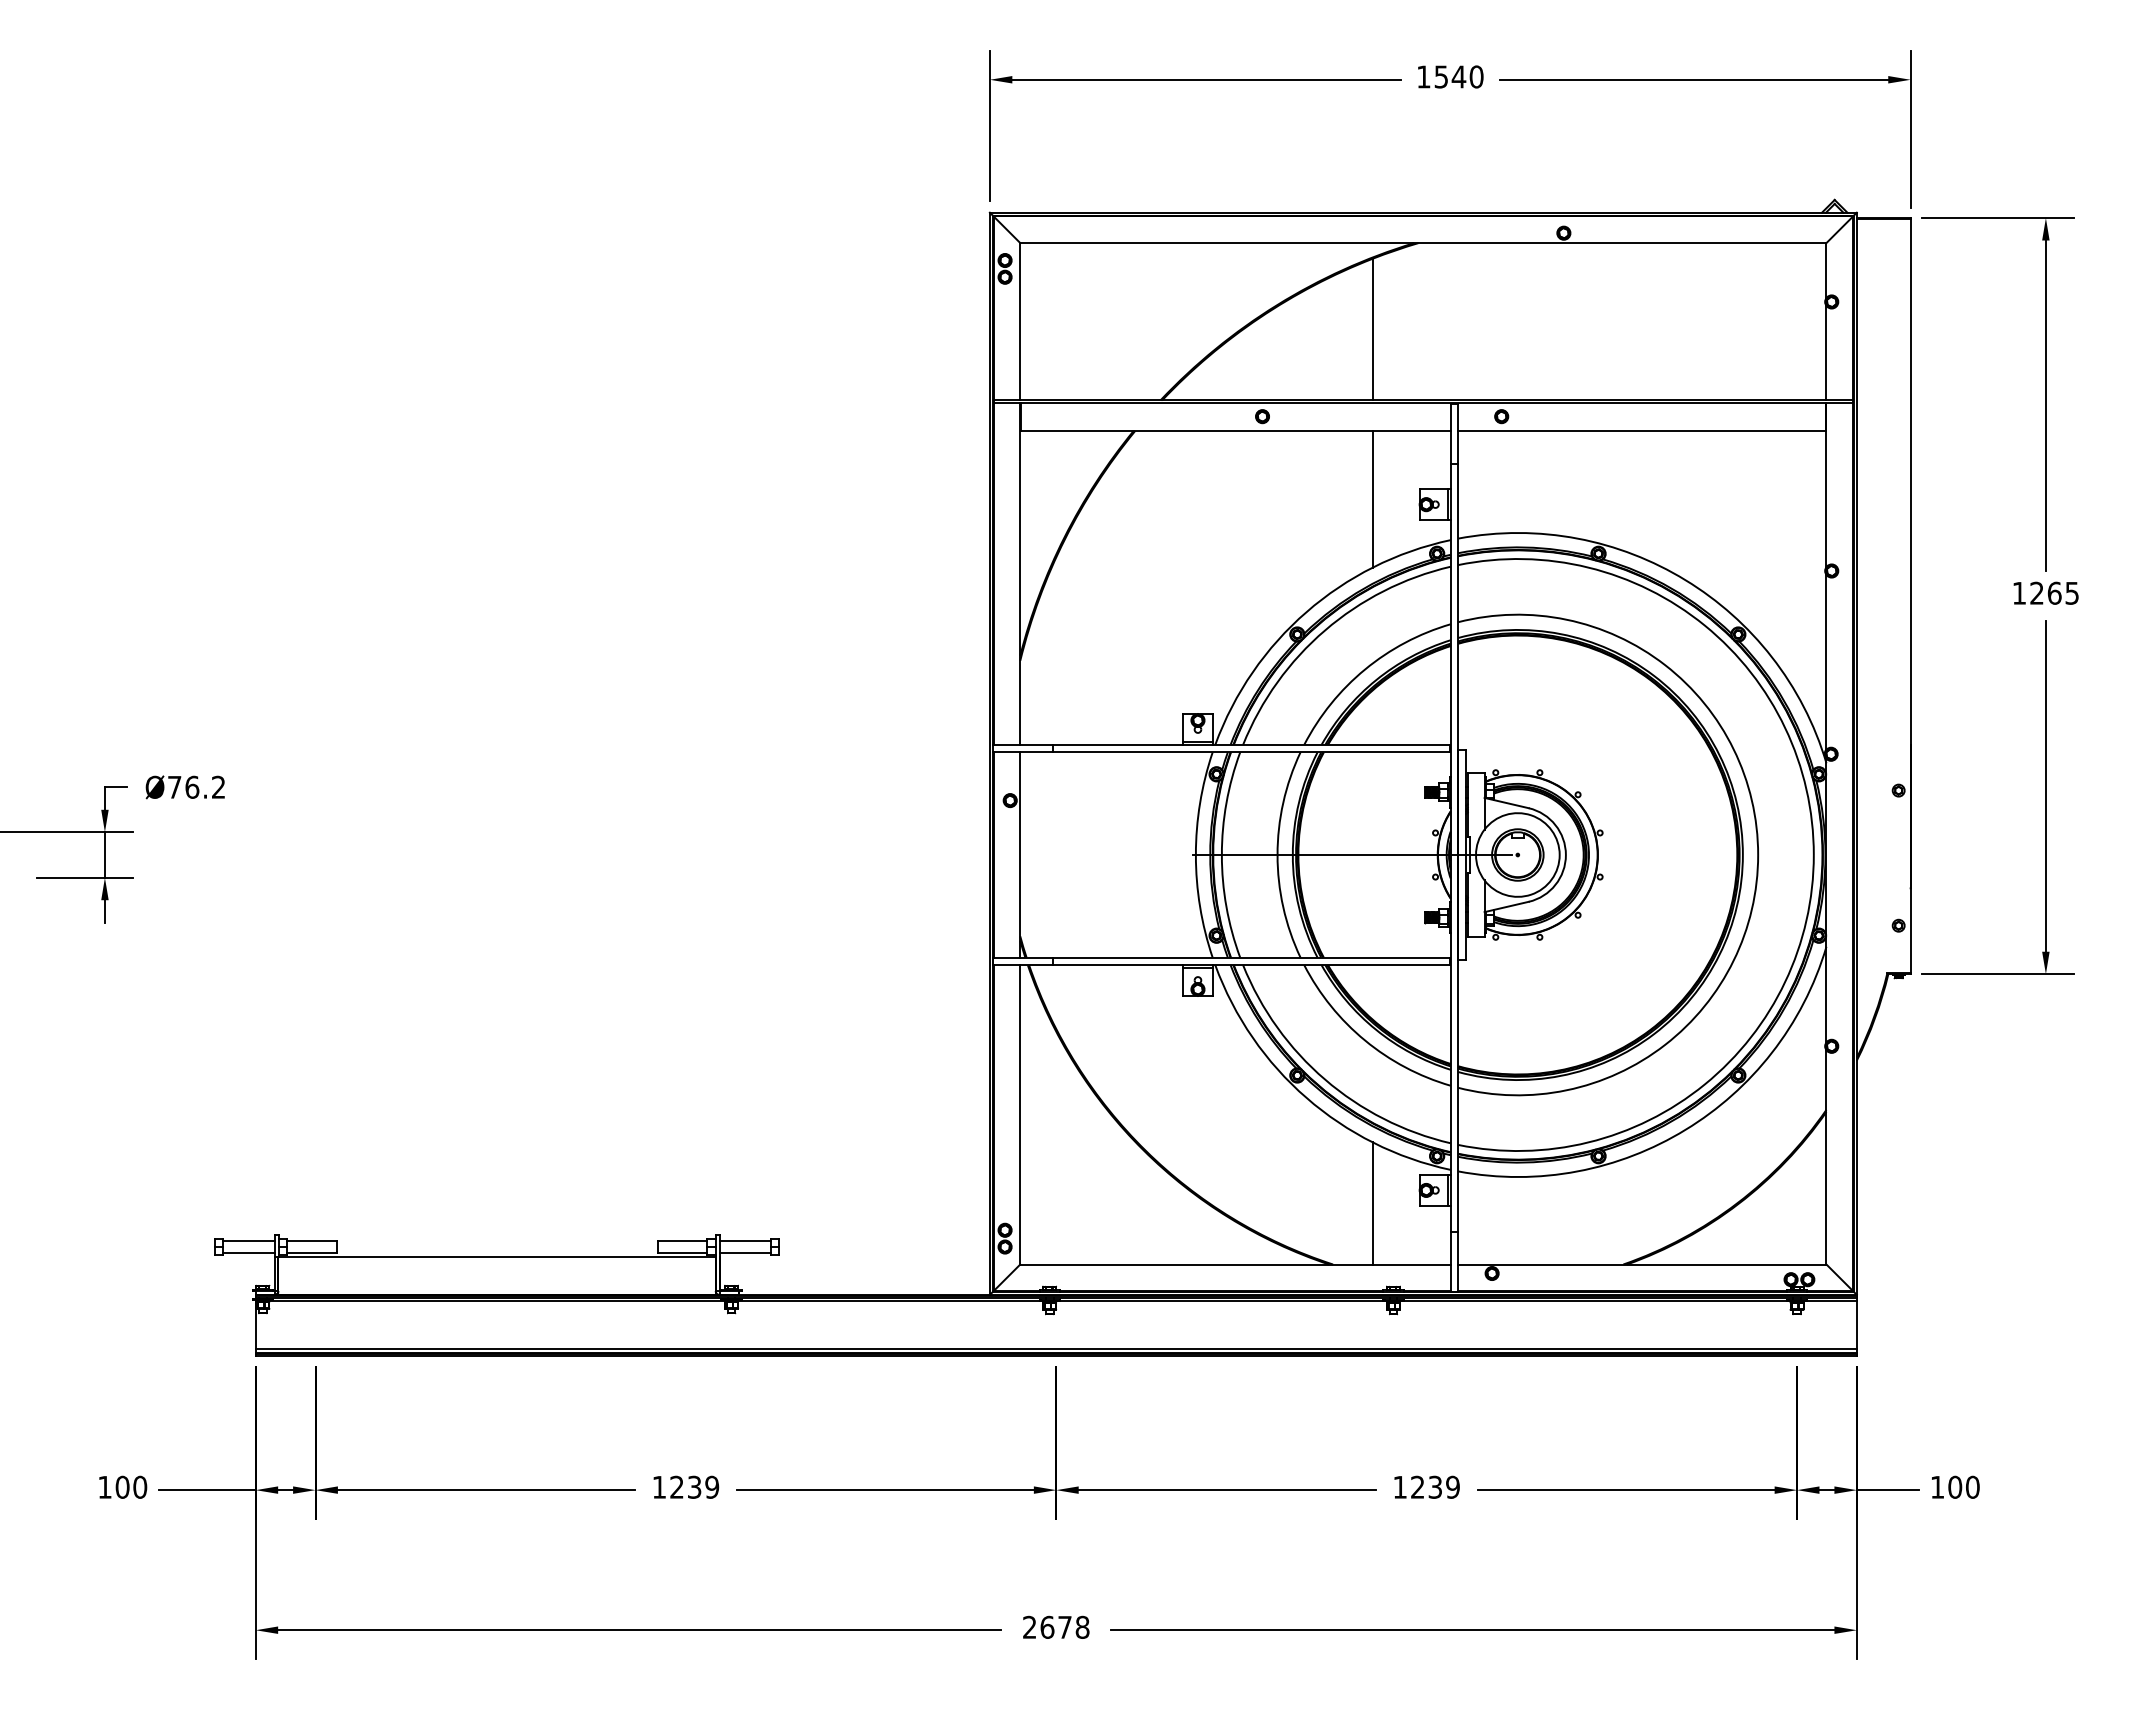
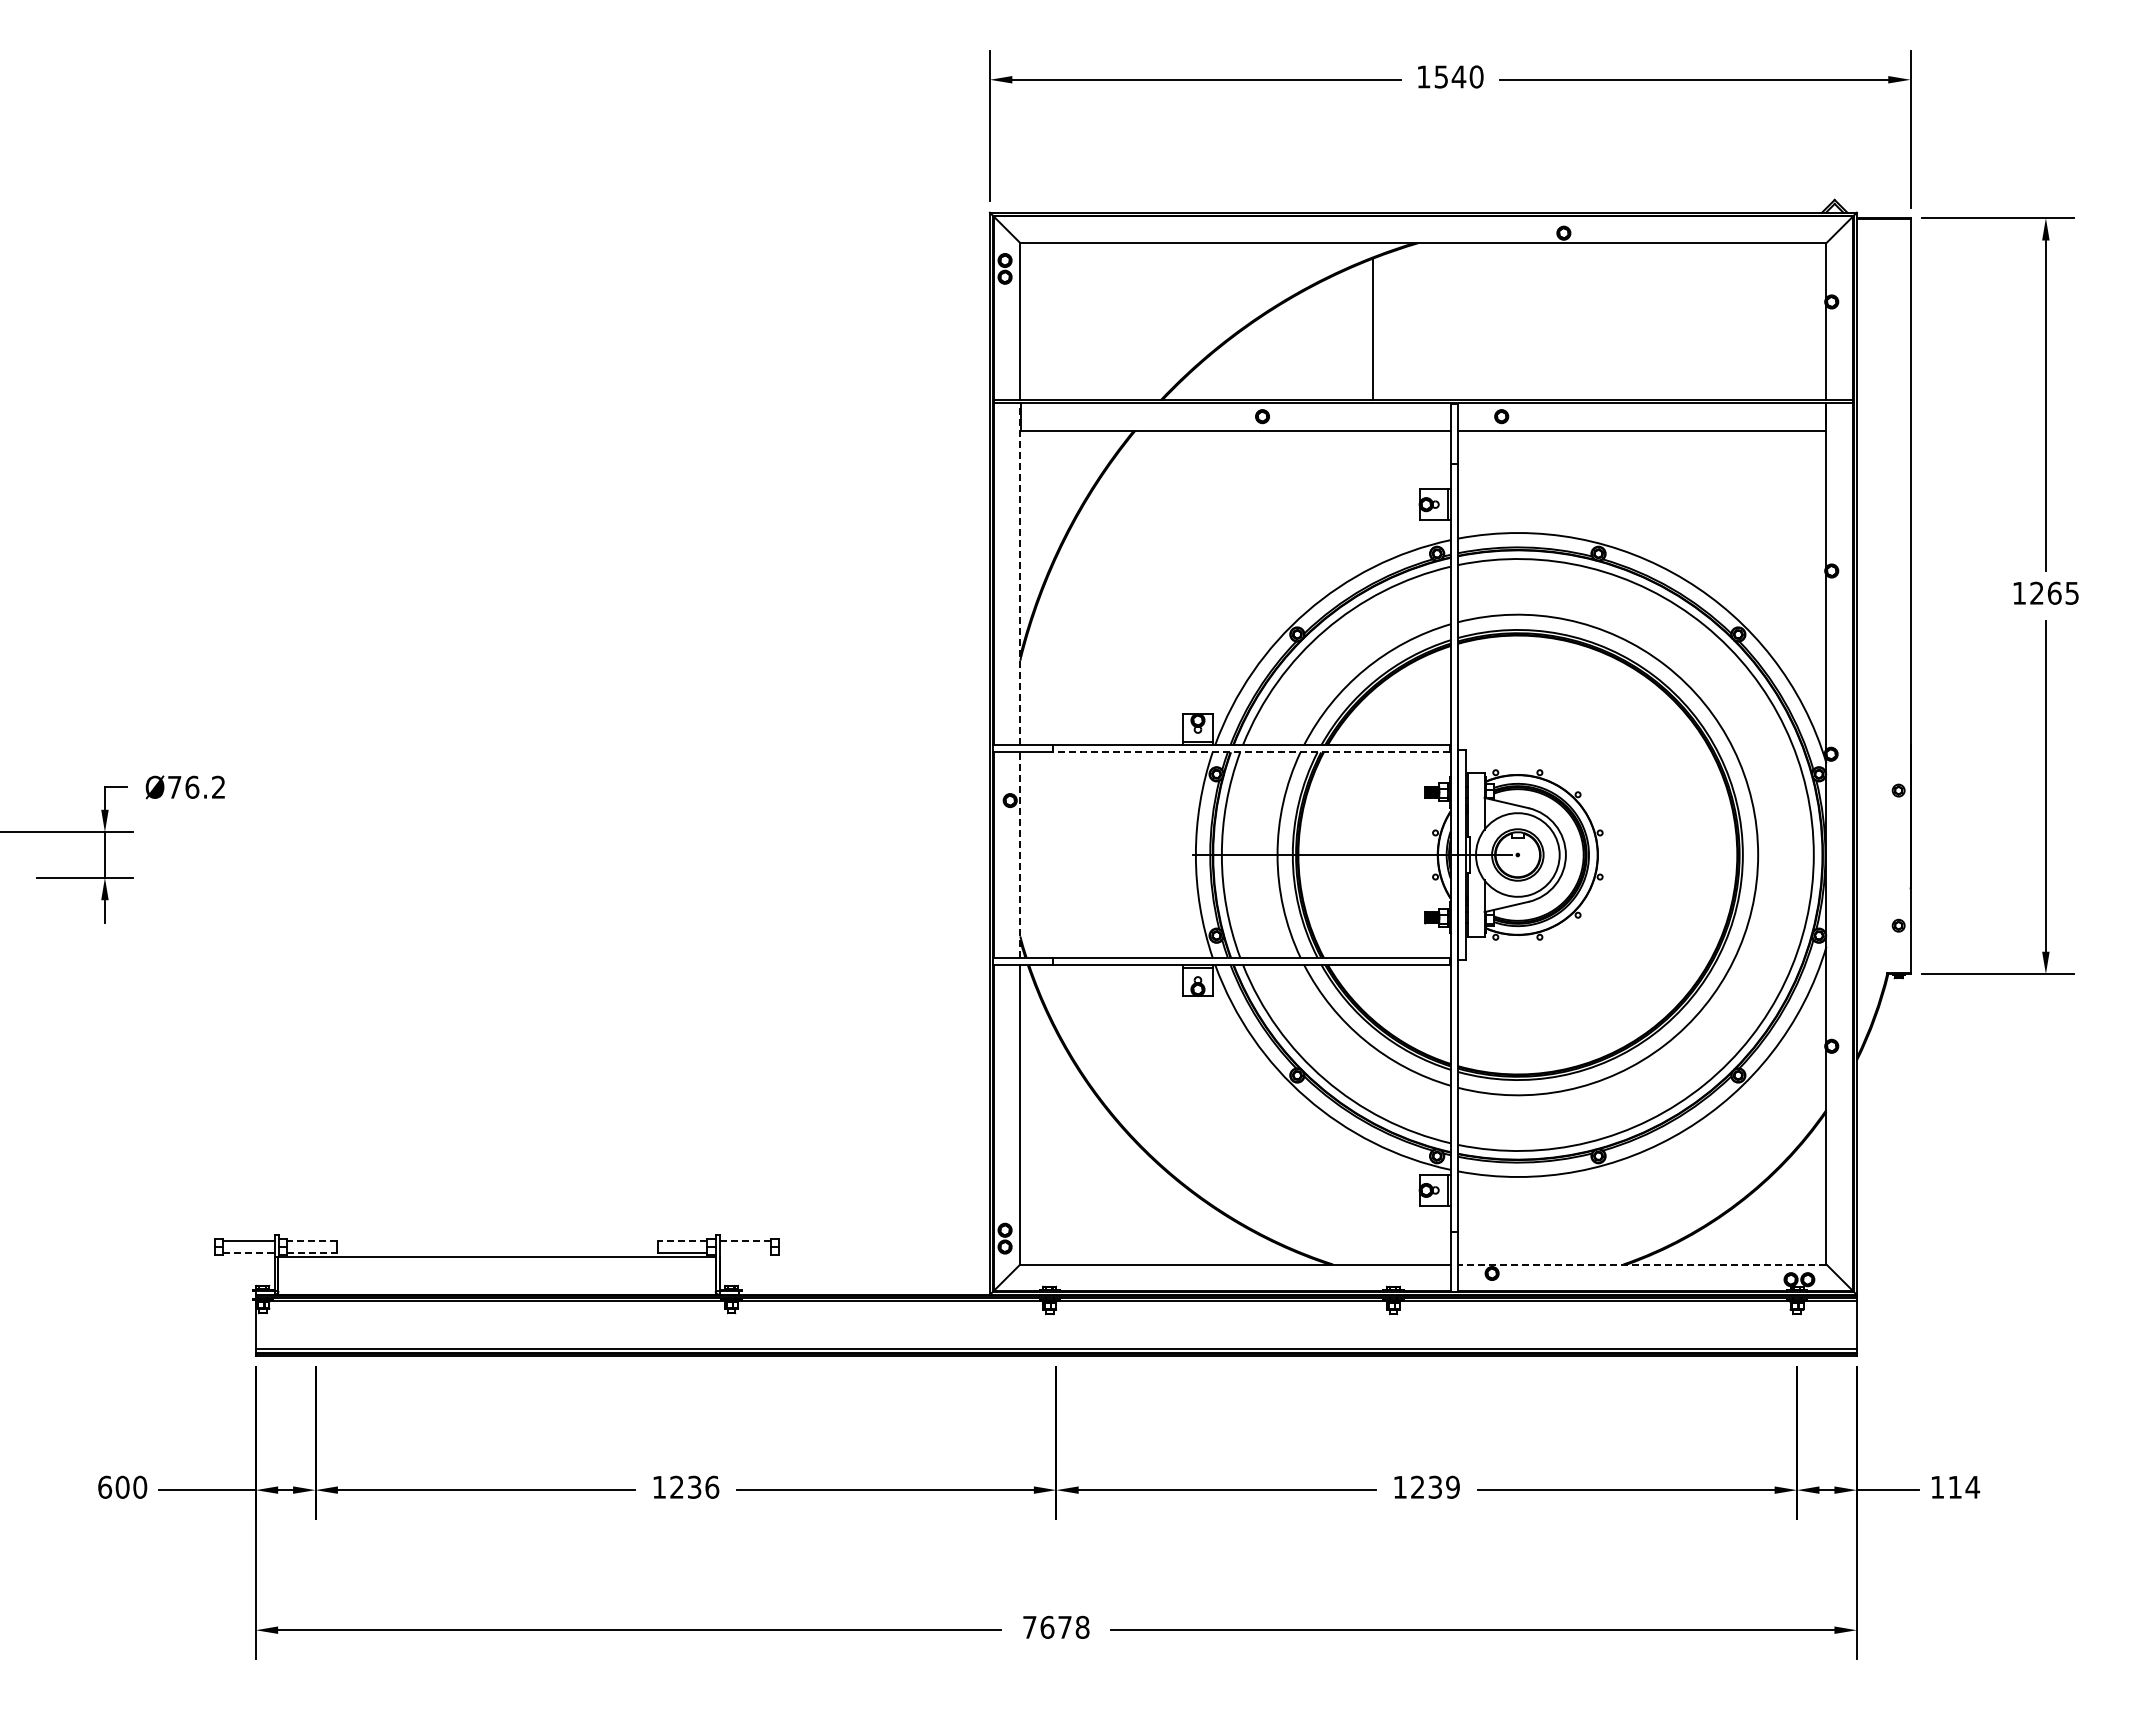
line at (1372, 498): present -> none
line at (1020, 574): solid -> dashed
line at (1251, 752): solid -> dashed
line at (1020, 855): solid -> dashed
line at (1372, 1203): present -> none
line at (311, 1241): solid -> dashed
line at (682, 1241): solid -> dashed
line at (745, 1241): solid -> dashed
line at (249, 1252): solid -> dashed
line at (311, 1252): solid -> dashed
line at (745, 1252): present -> none
line at (1641, 1264): solid -> dashed
text at (105, 1486): 100 -> 600
text at (712, 1486): 1239 -> 1236
text at (1964, 1486): 100 -> 114
text at (1029, 1626): 2678 -> 7678
